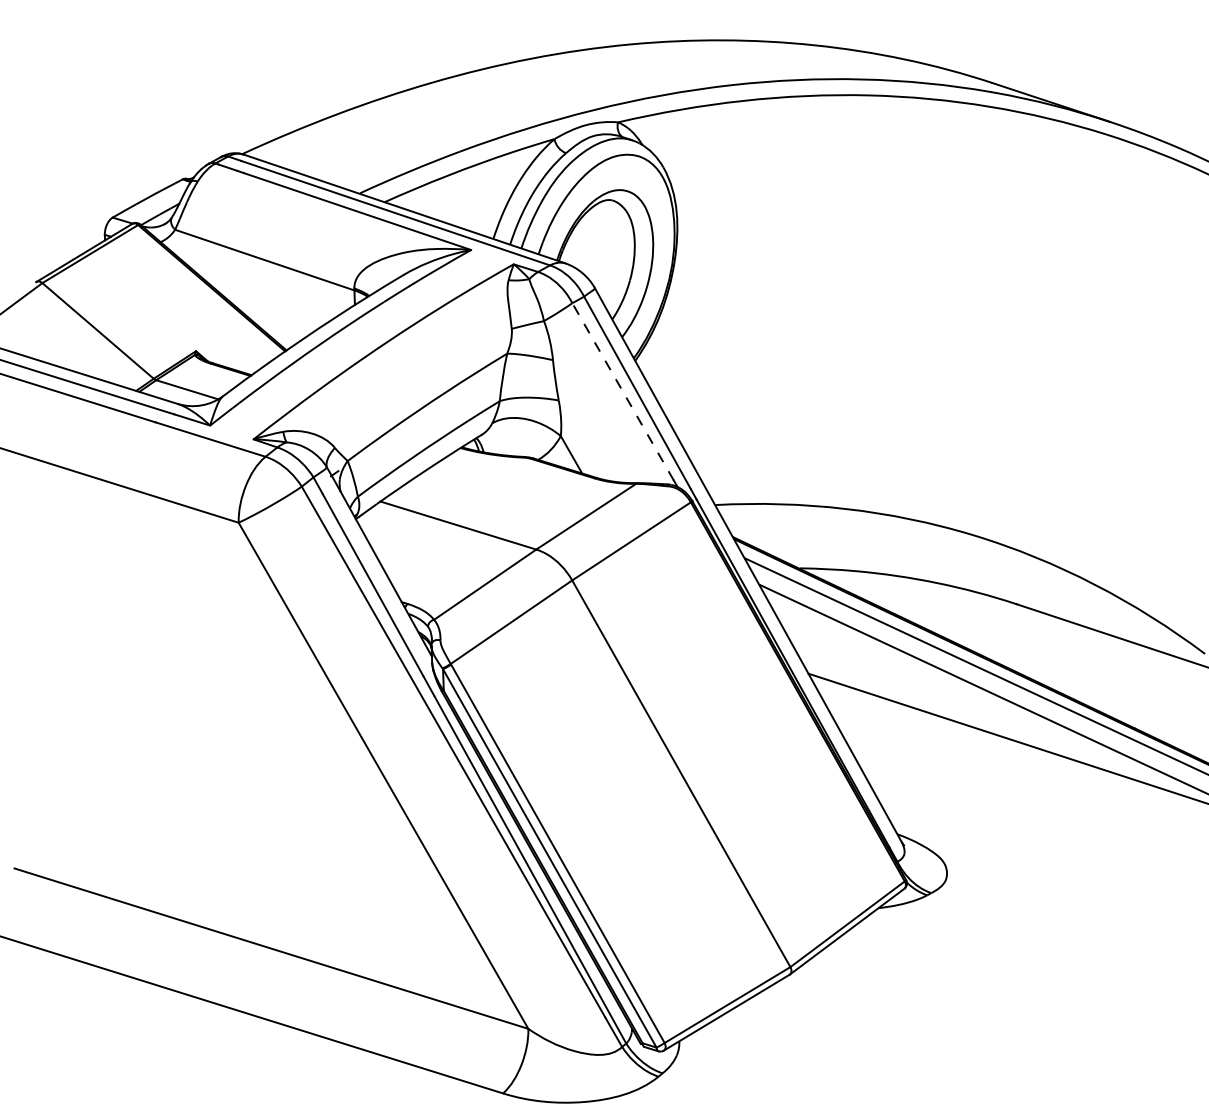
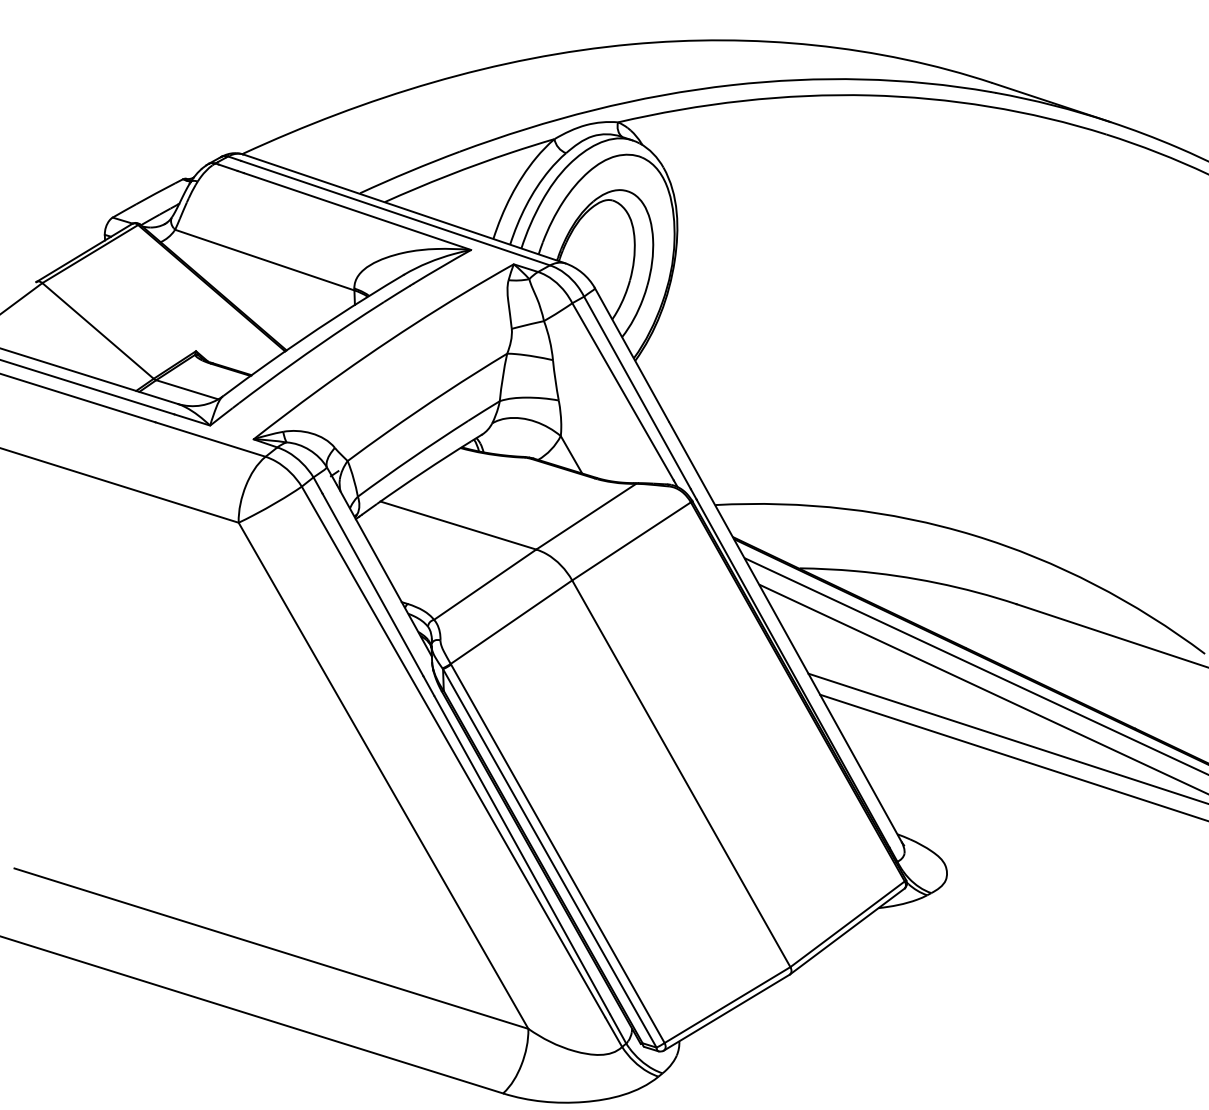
line at (622, 391): dashed -> solid
line at (1012, 757): none -> present
